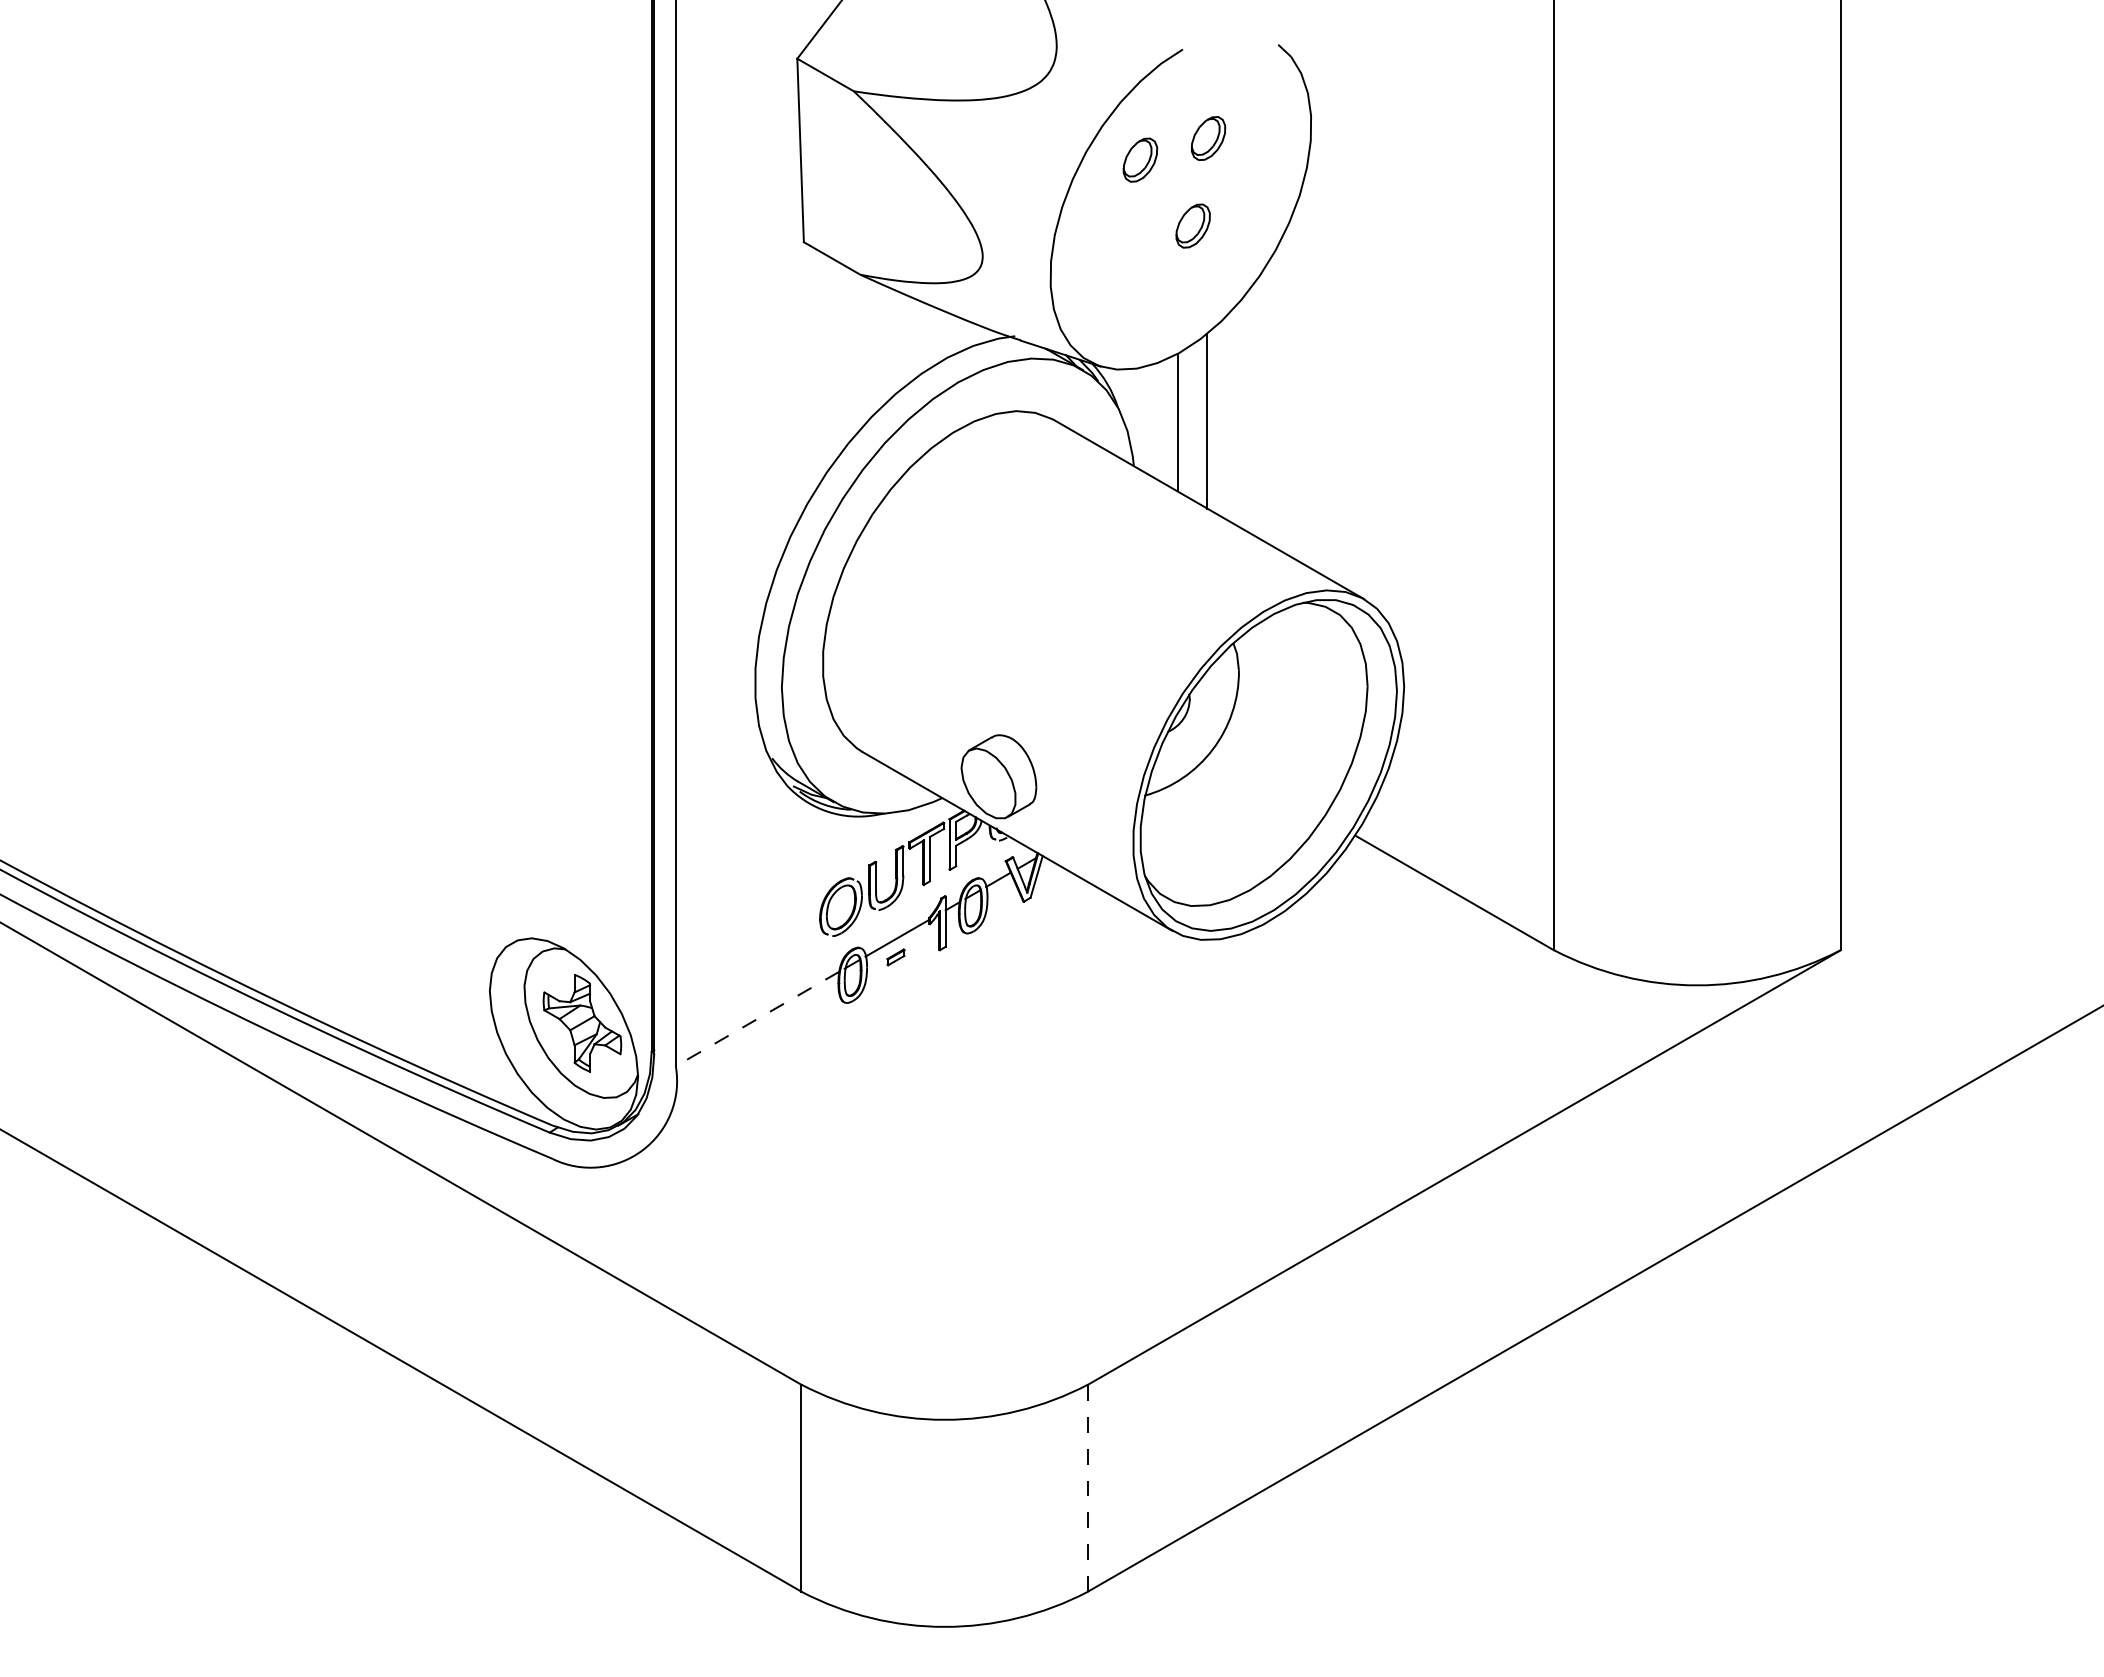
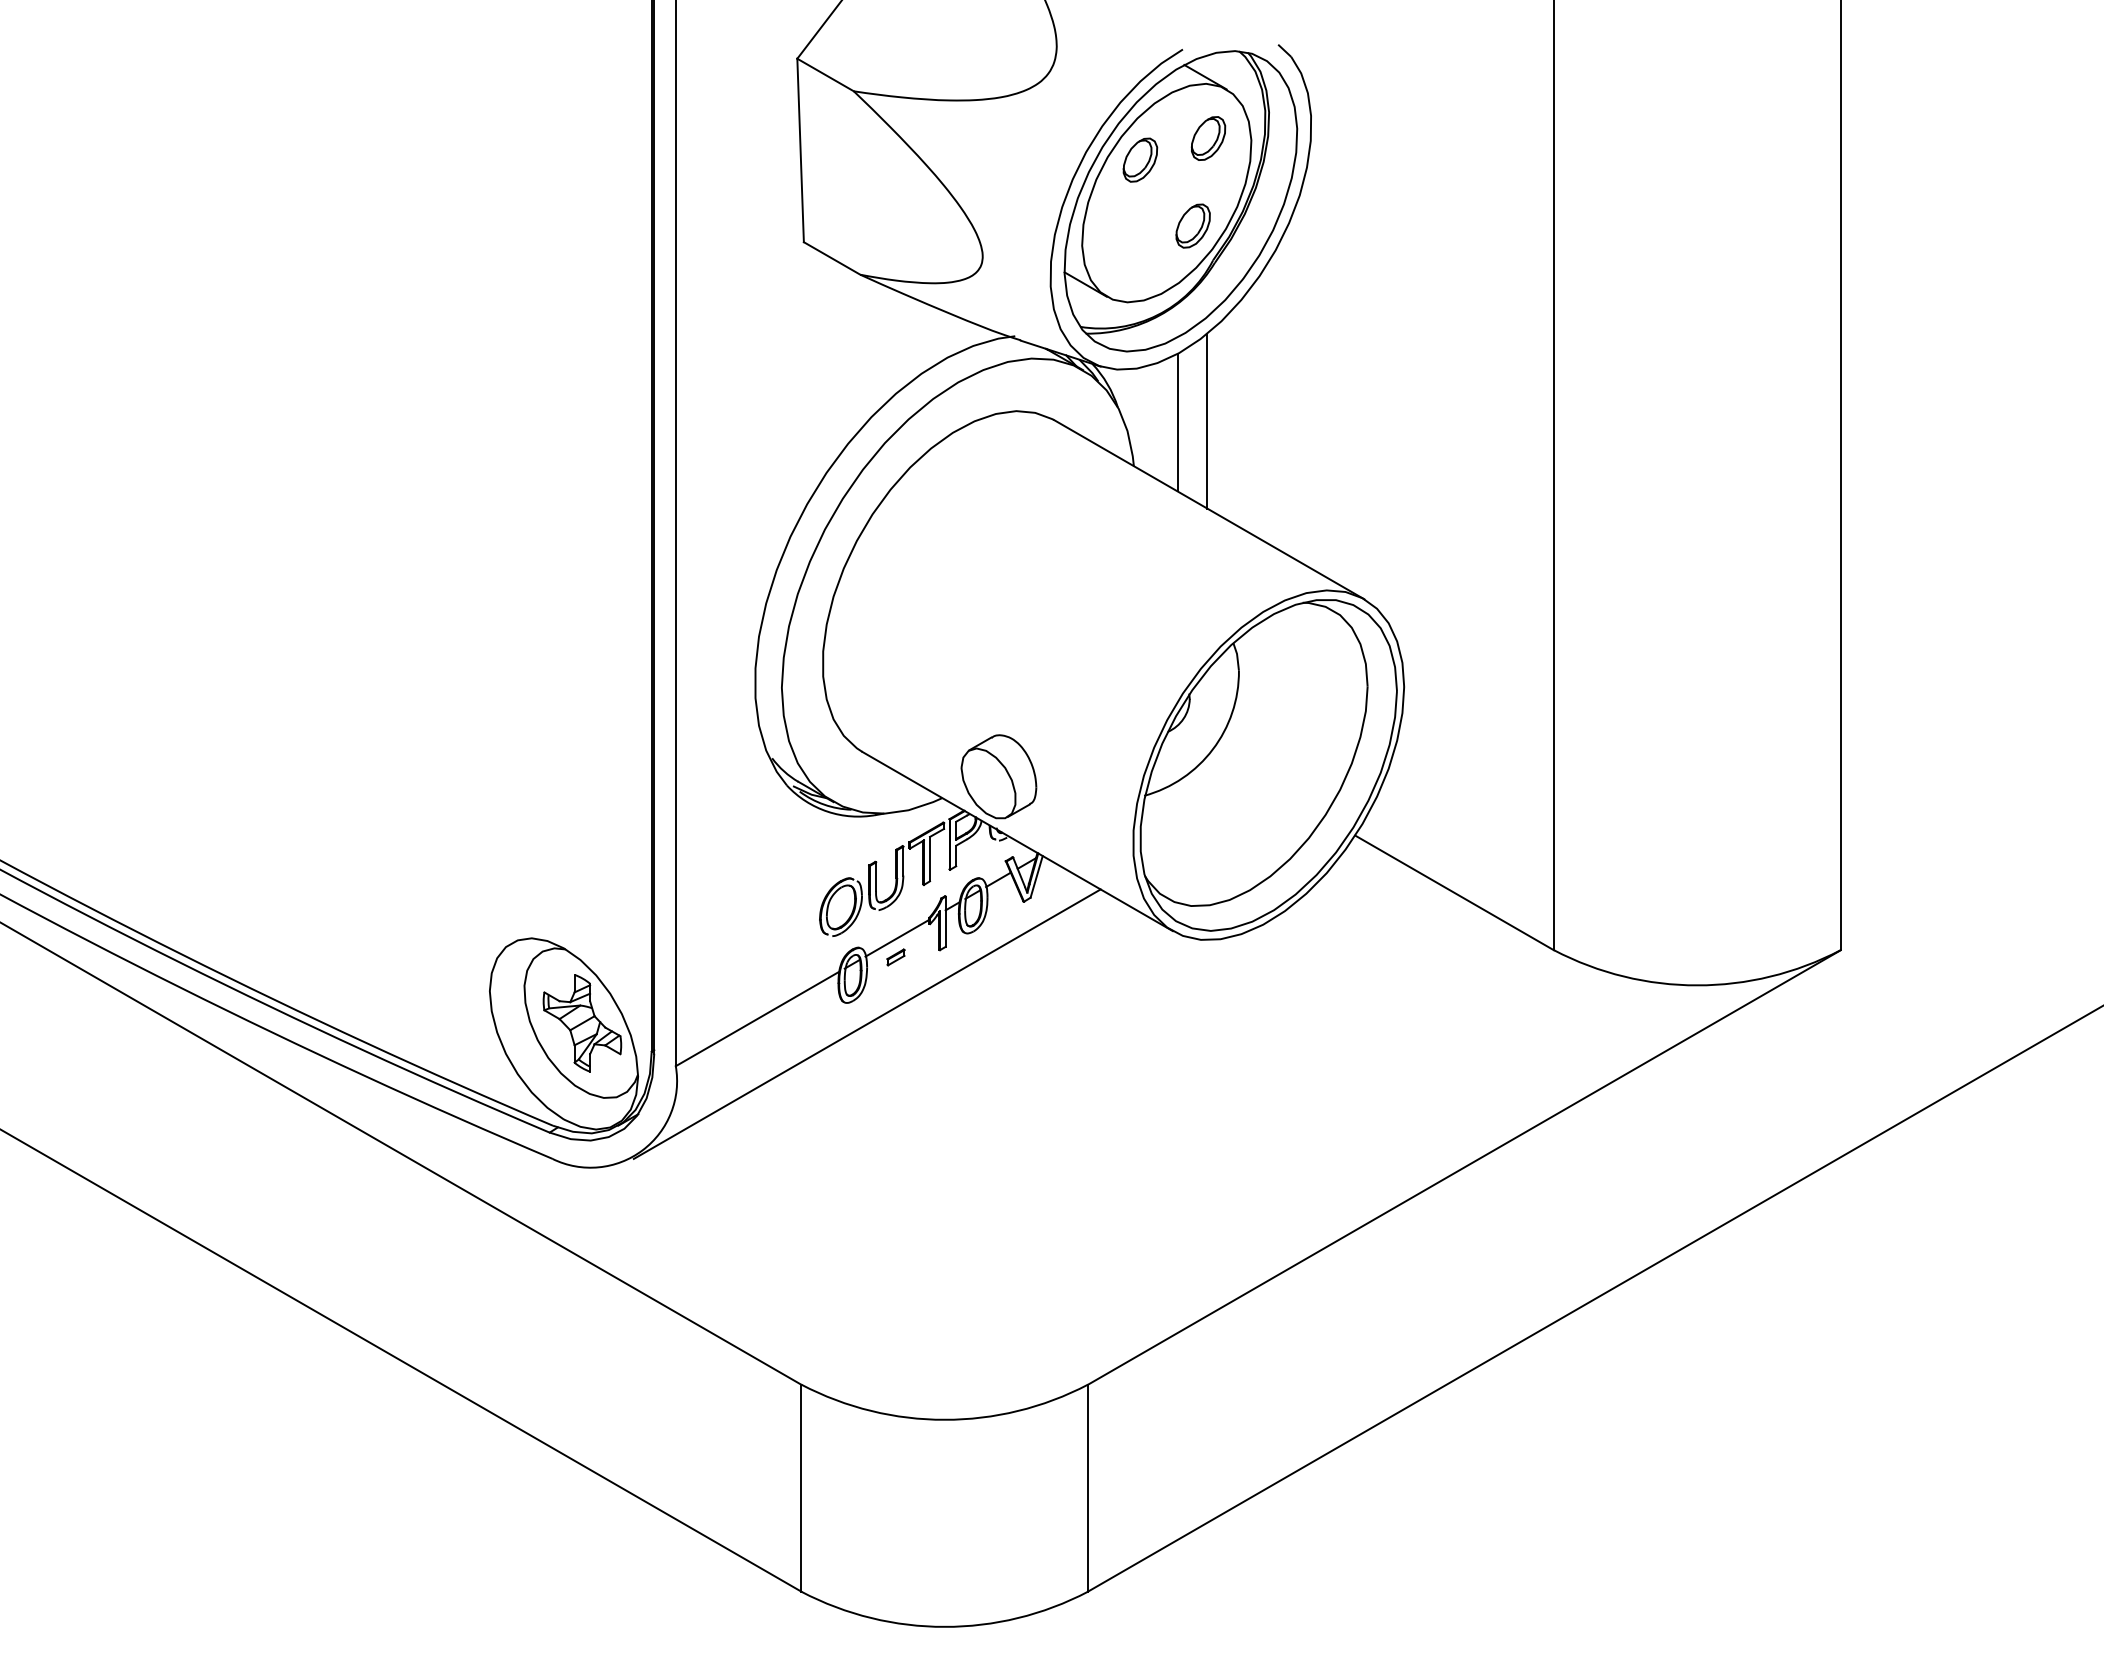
part at (1180, 201): none -> present
line at (757, 1019): dashed -> solid
line at (866, 1023): none -> present
line at (1088, 1488): dashed -> solid
